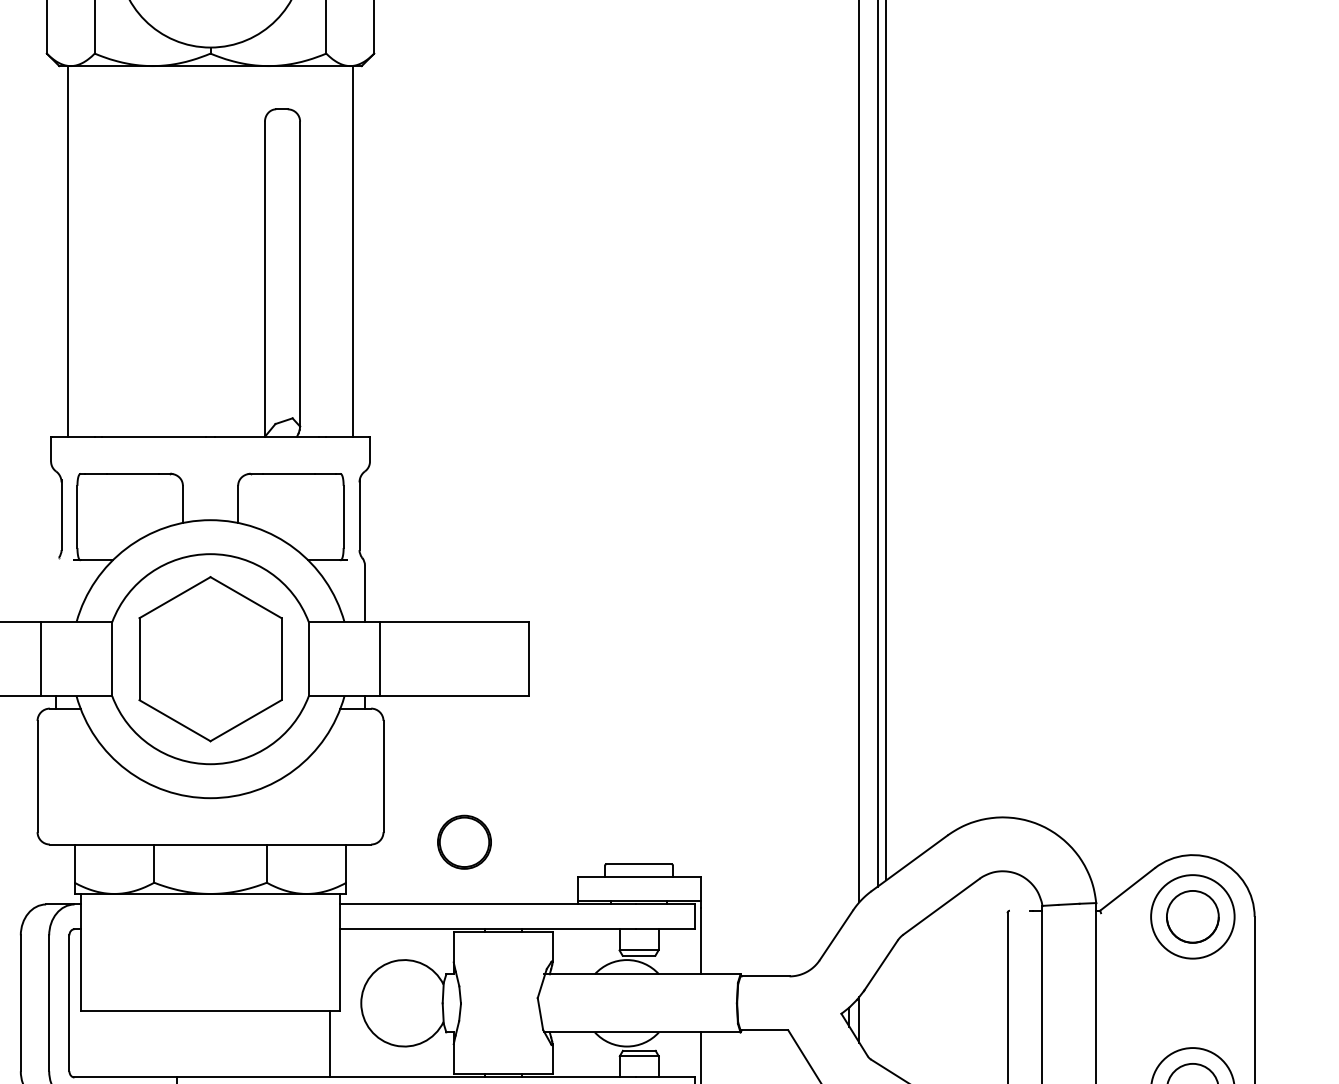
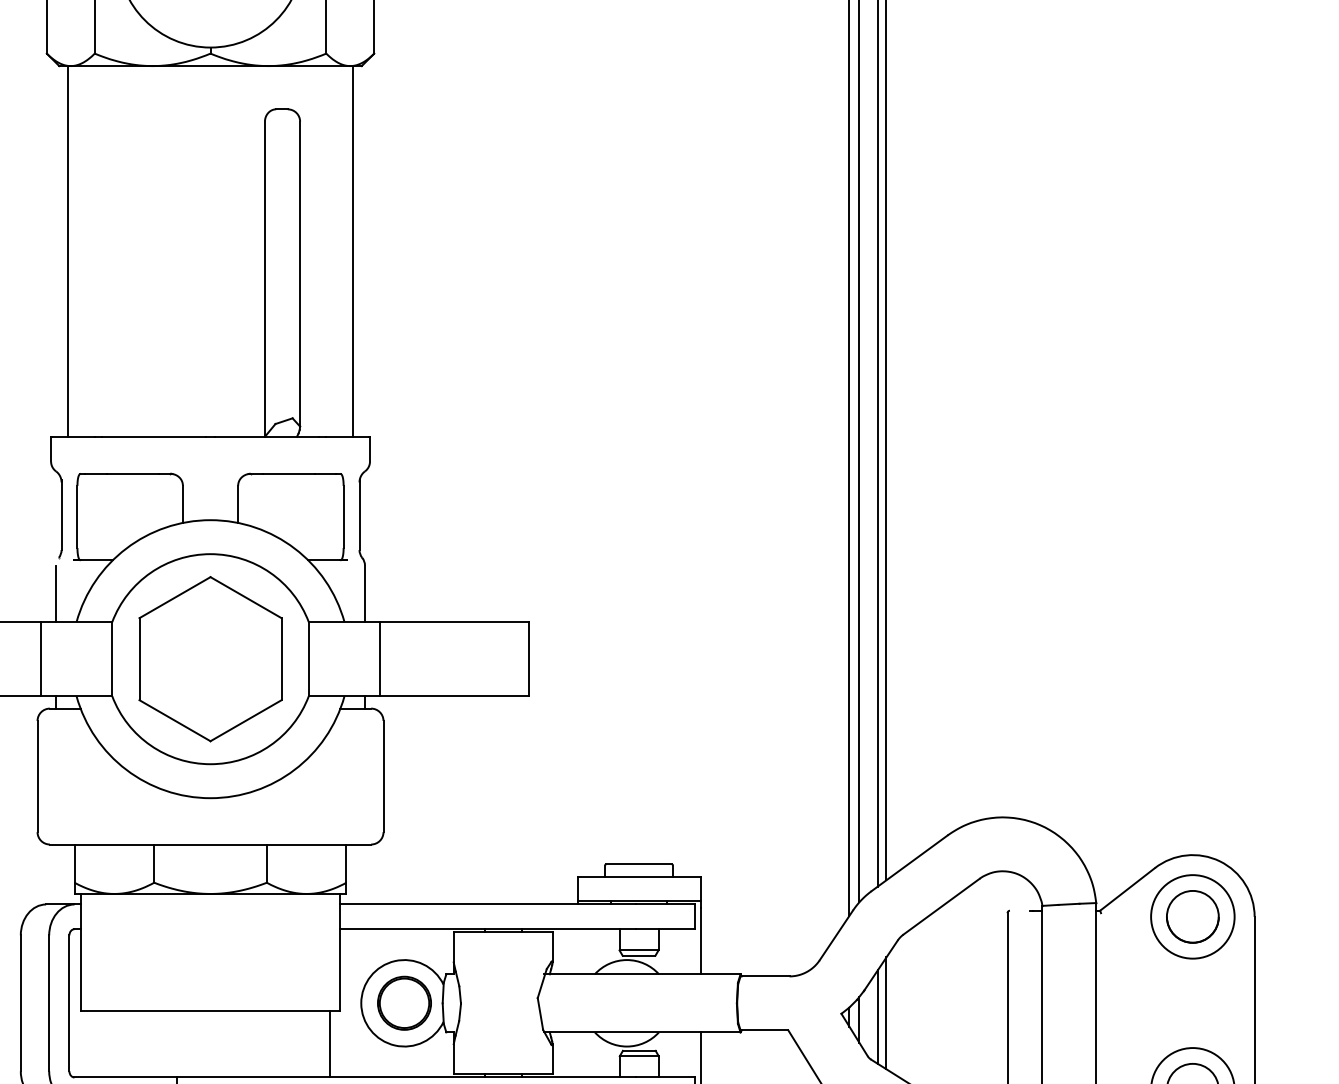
line at (849, 459): none -> present
line at (56, 593): none -> present
part at (464, 841) position: (464, 841) -> (404, 1002)
line at (886, 1013): none -> present
line at (877, 1016): none -> present
